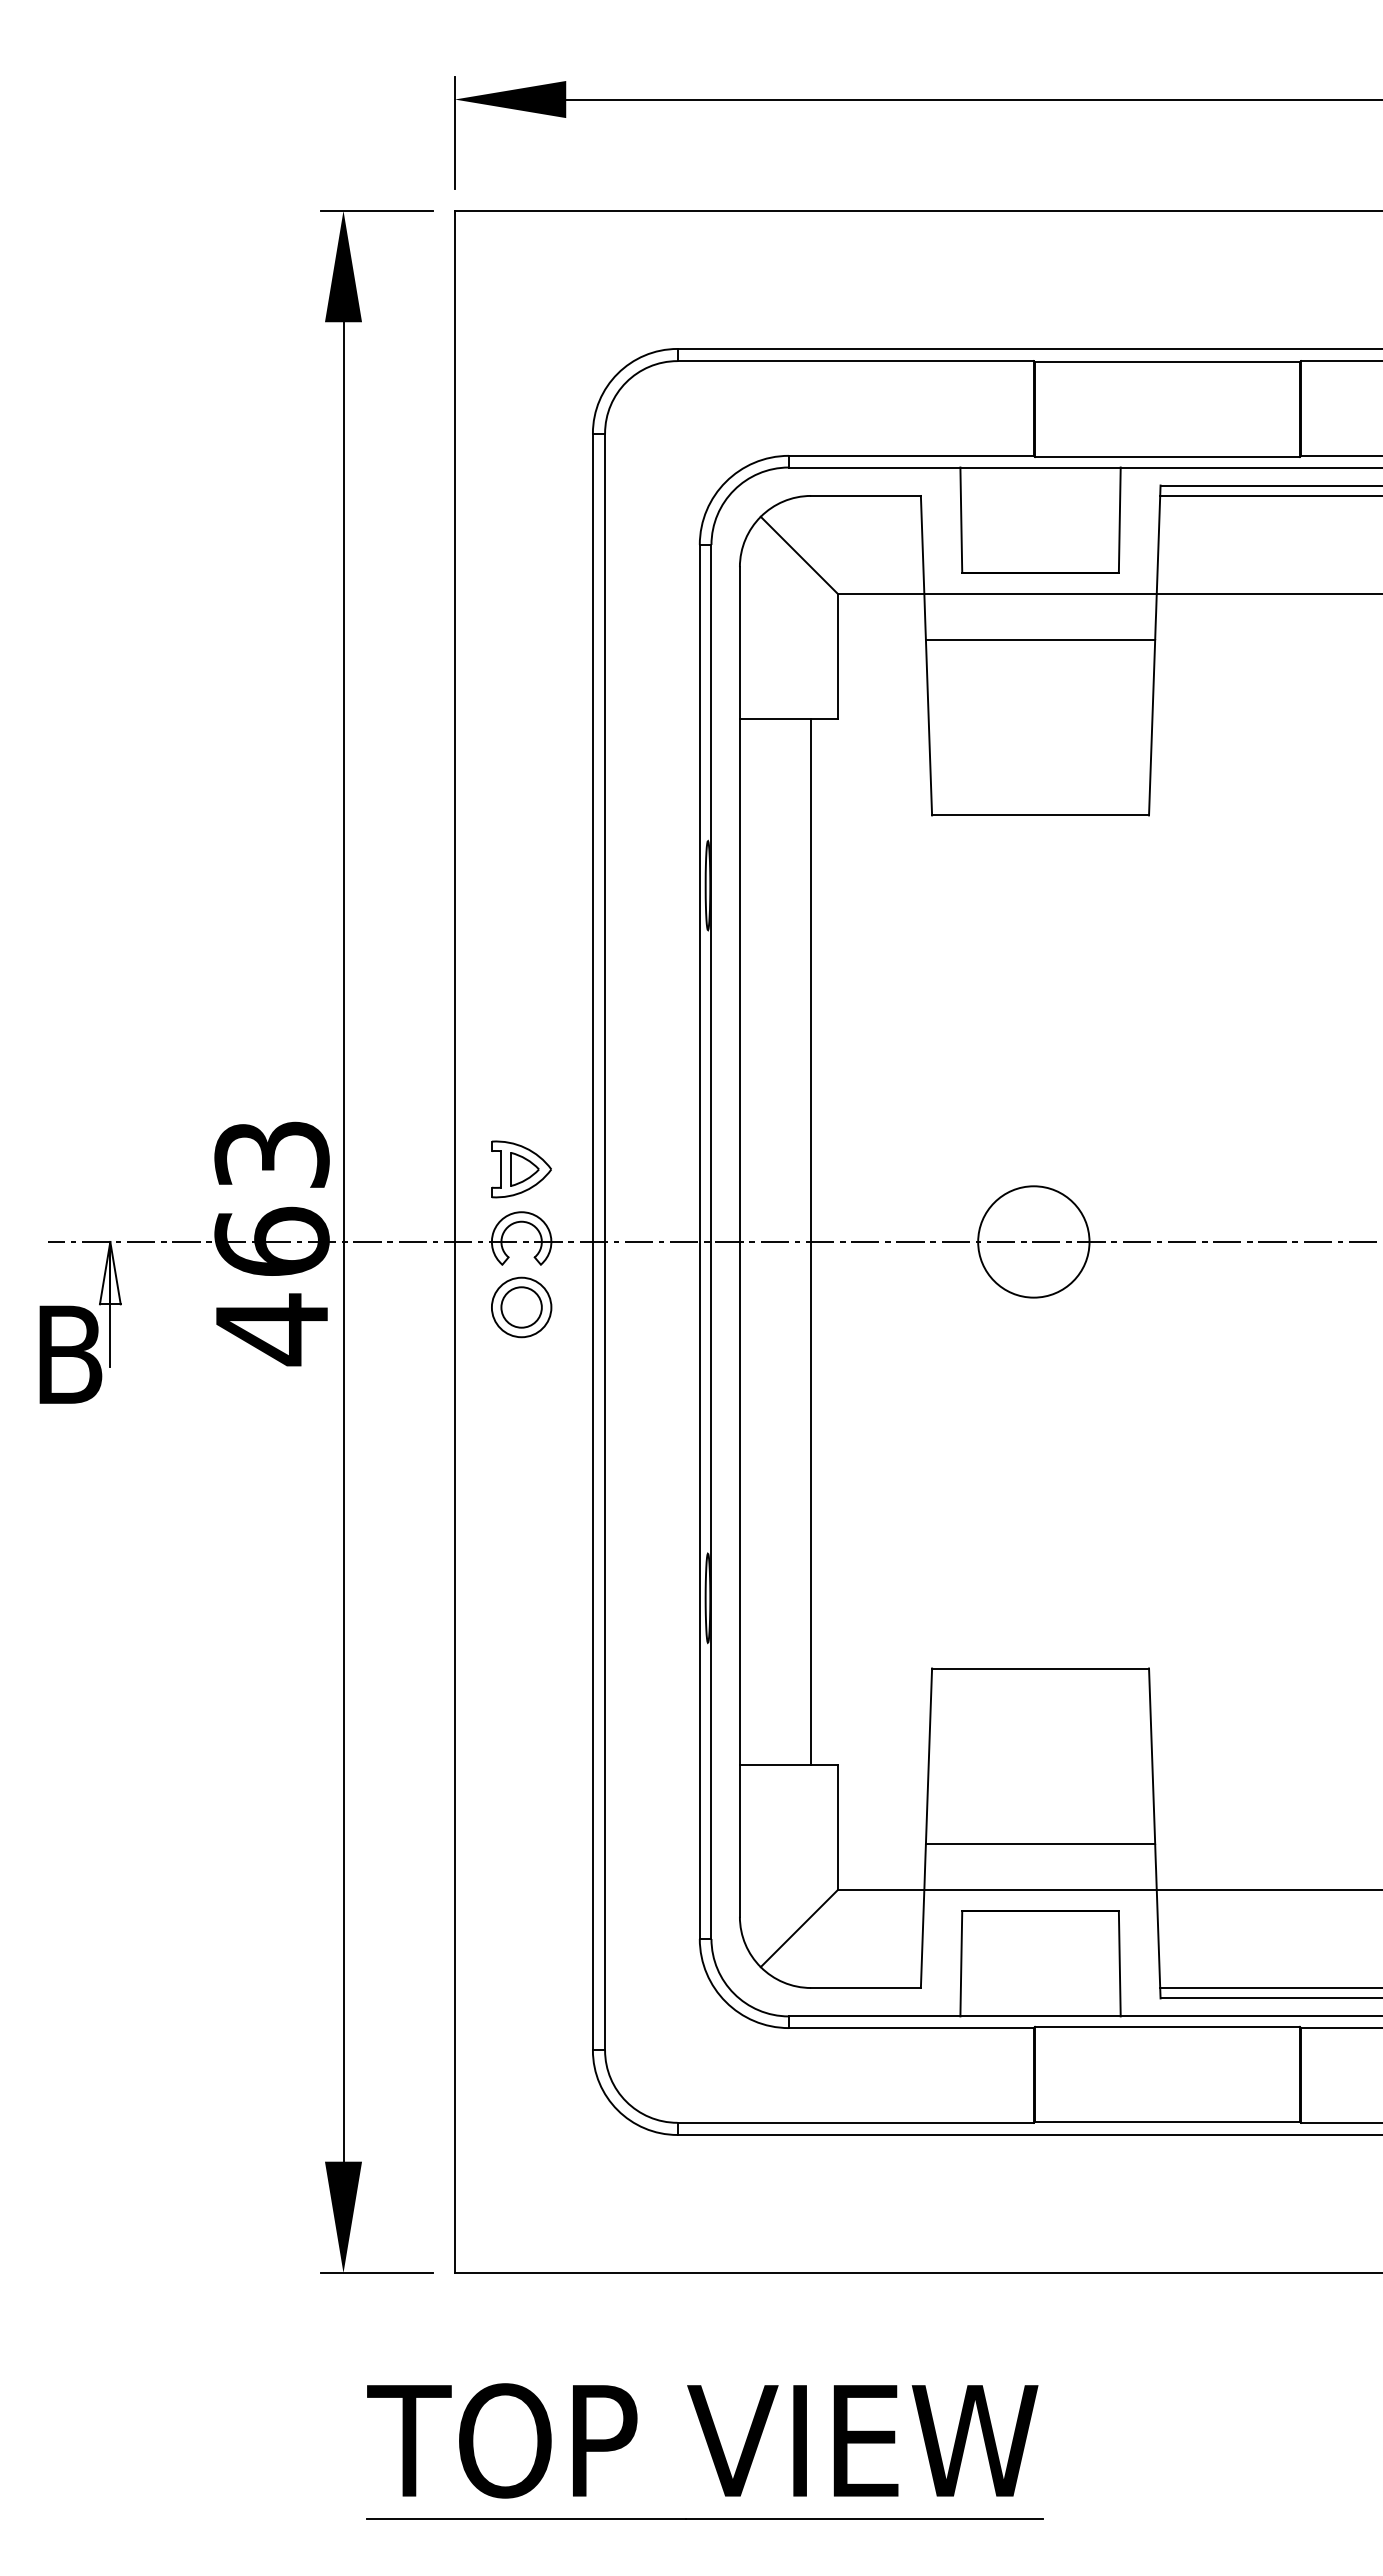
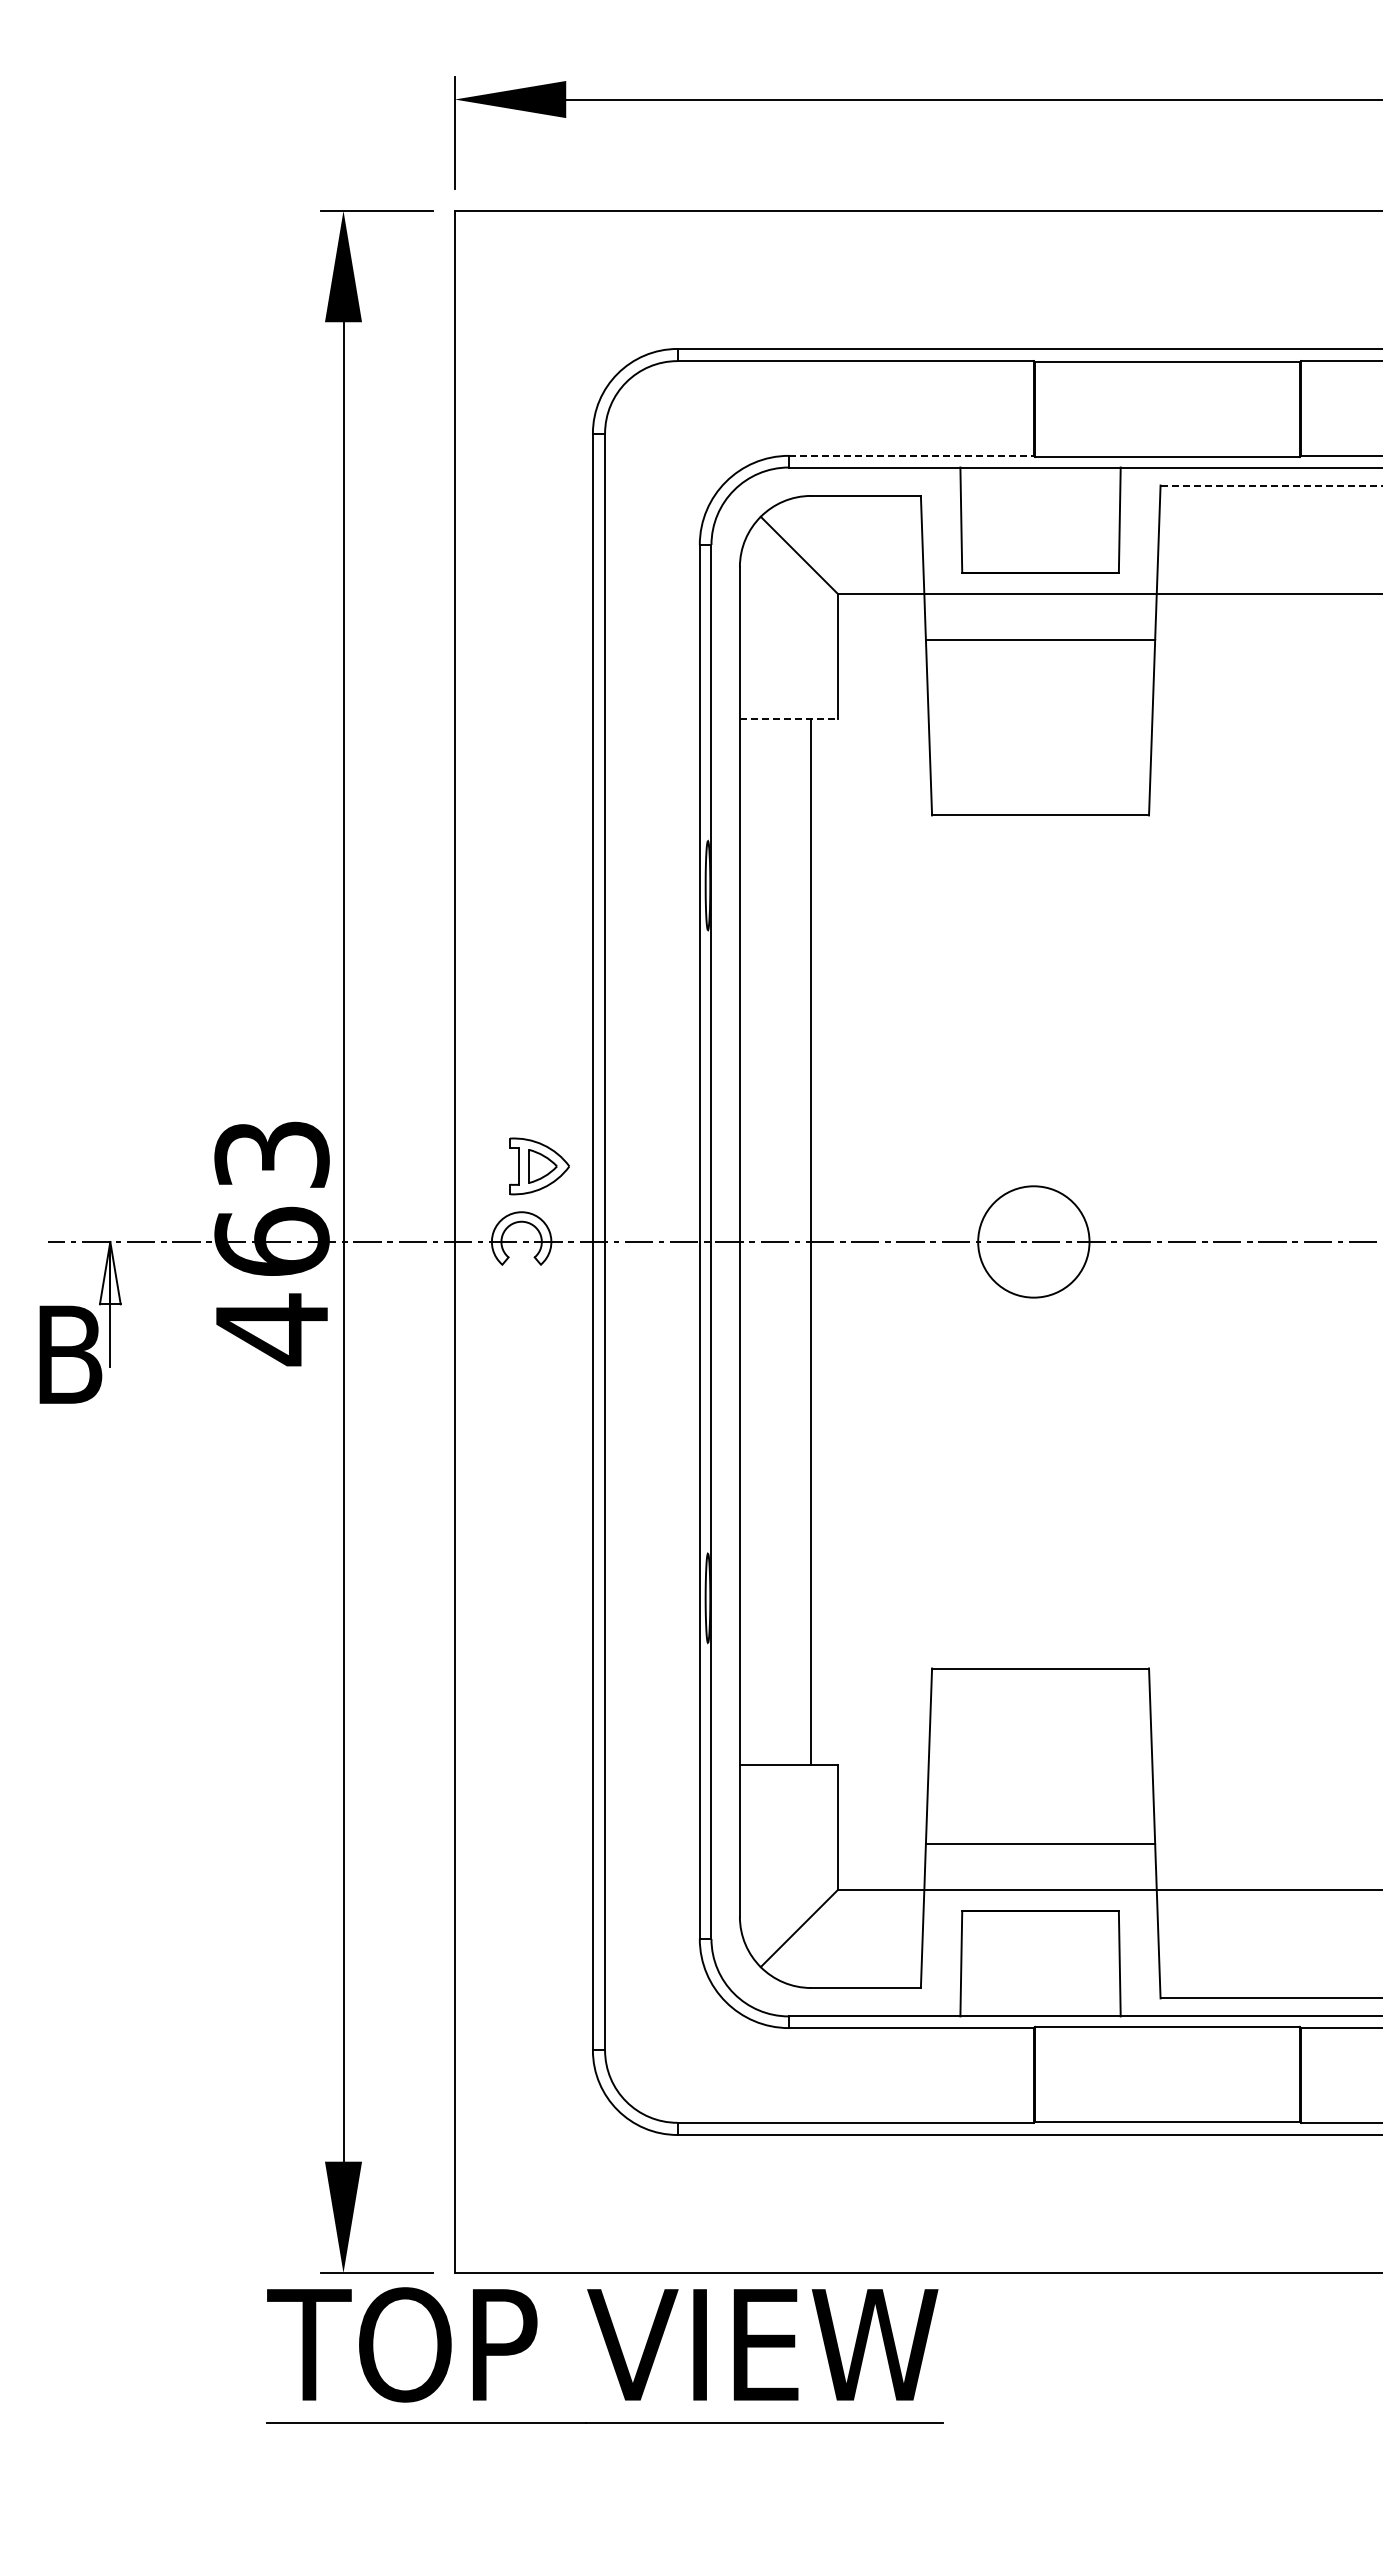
line at (911, 455): solid -> dashed
line at (1271, 485): solid -> dashed
line at (1269, 495): present -> none
line at (788, 718): solid -> dashed
part at (521, 1169) position: (521, 1169) -> (539, 1166)
part at (521, 1307): present -> none
line at (1269, 1988): present -> none
part at (704, 2451) position: (704, 2451) -> (604, 2355)
